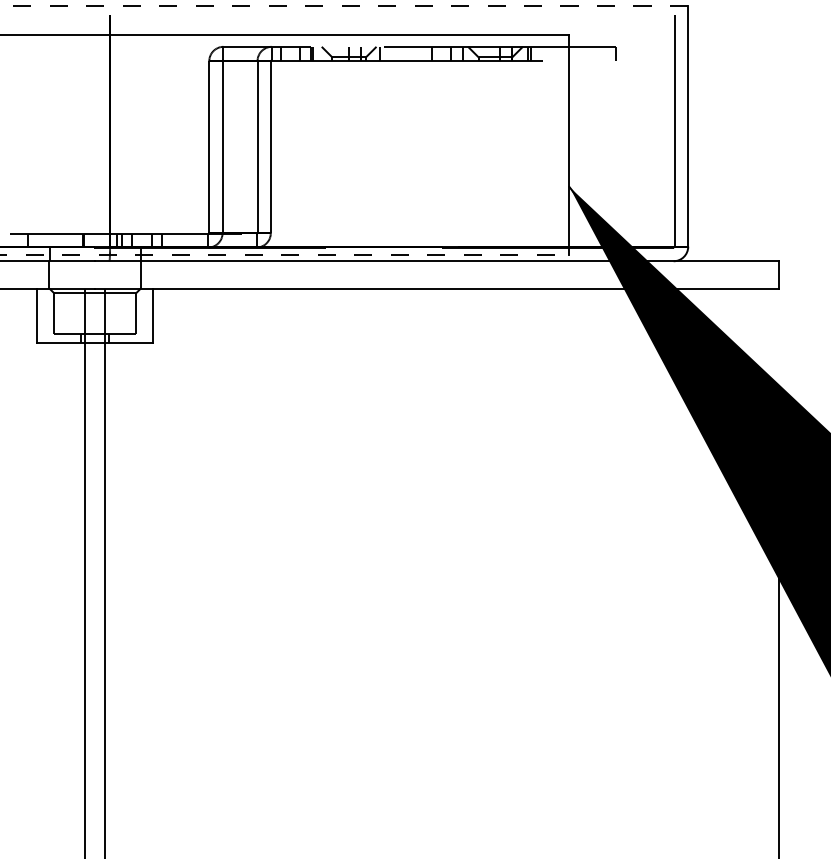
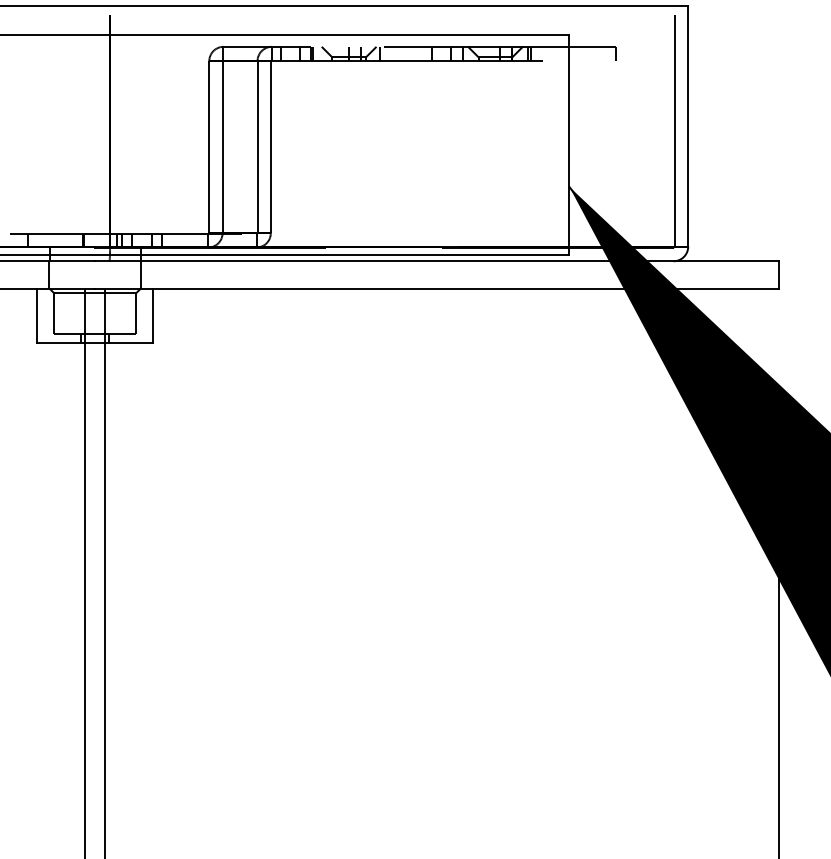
line at (344, 5): dashed -> solid
line at (285, 254): dashed -> solid
